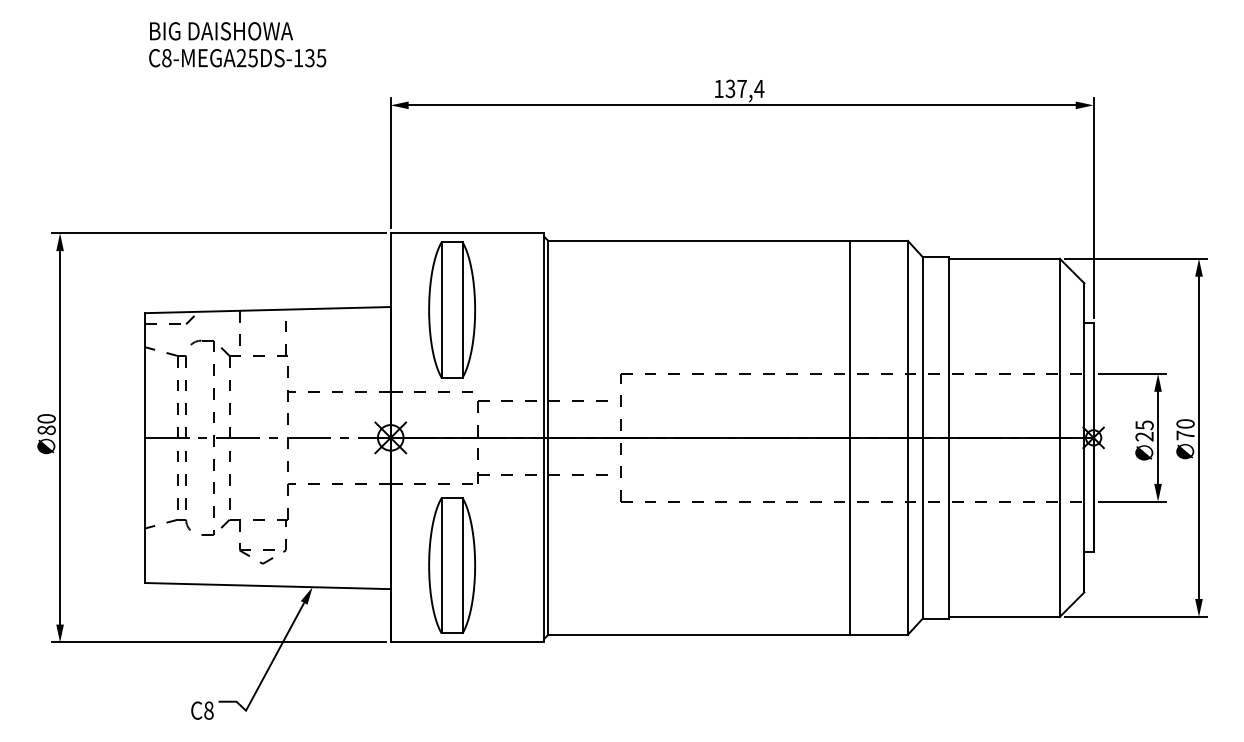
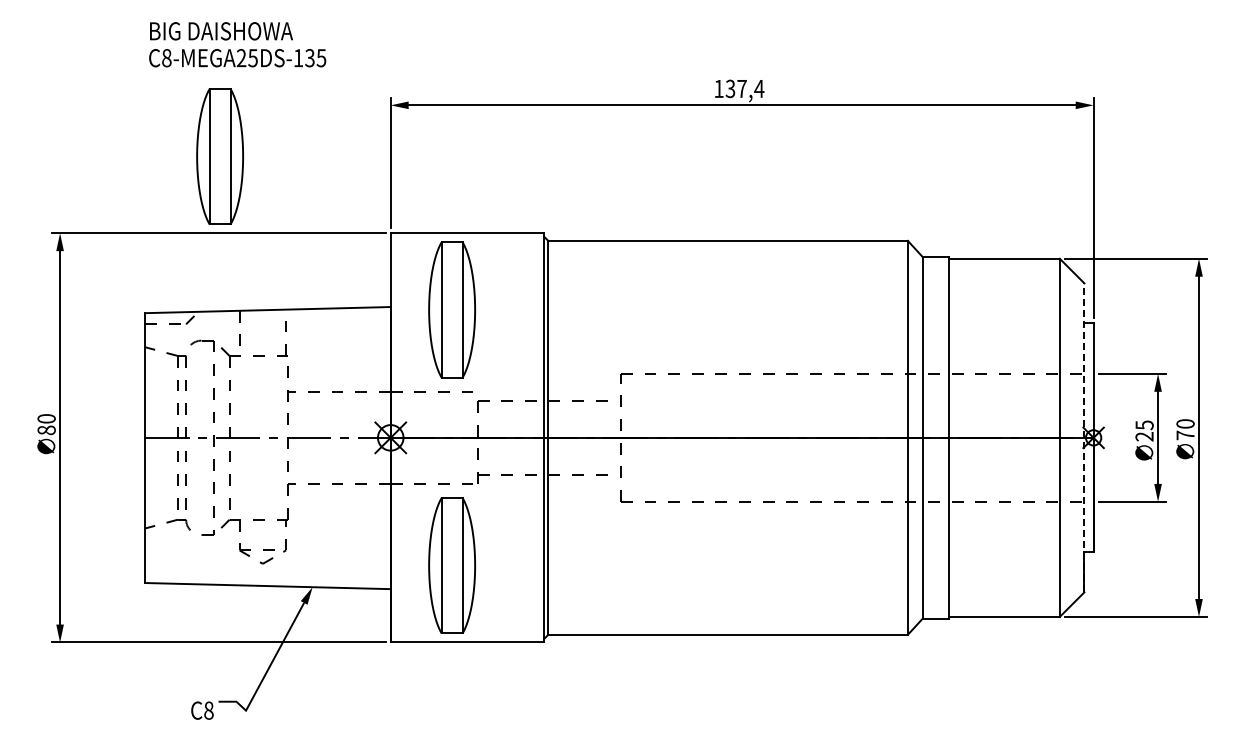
part at (219, 156): none -> present
line at (849, 437): present -> none
line at (1084, 437): solid -> dashed
